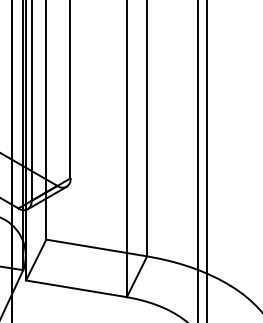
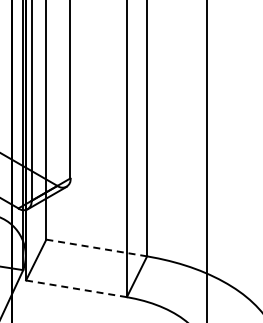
line at (197, 160): present -> none
line at (97, 248): solid -> dashed
line at (76, 288): solid -> dashed
